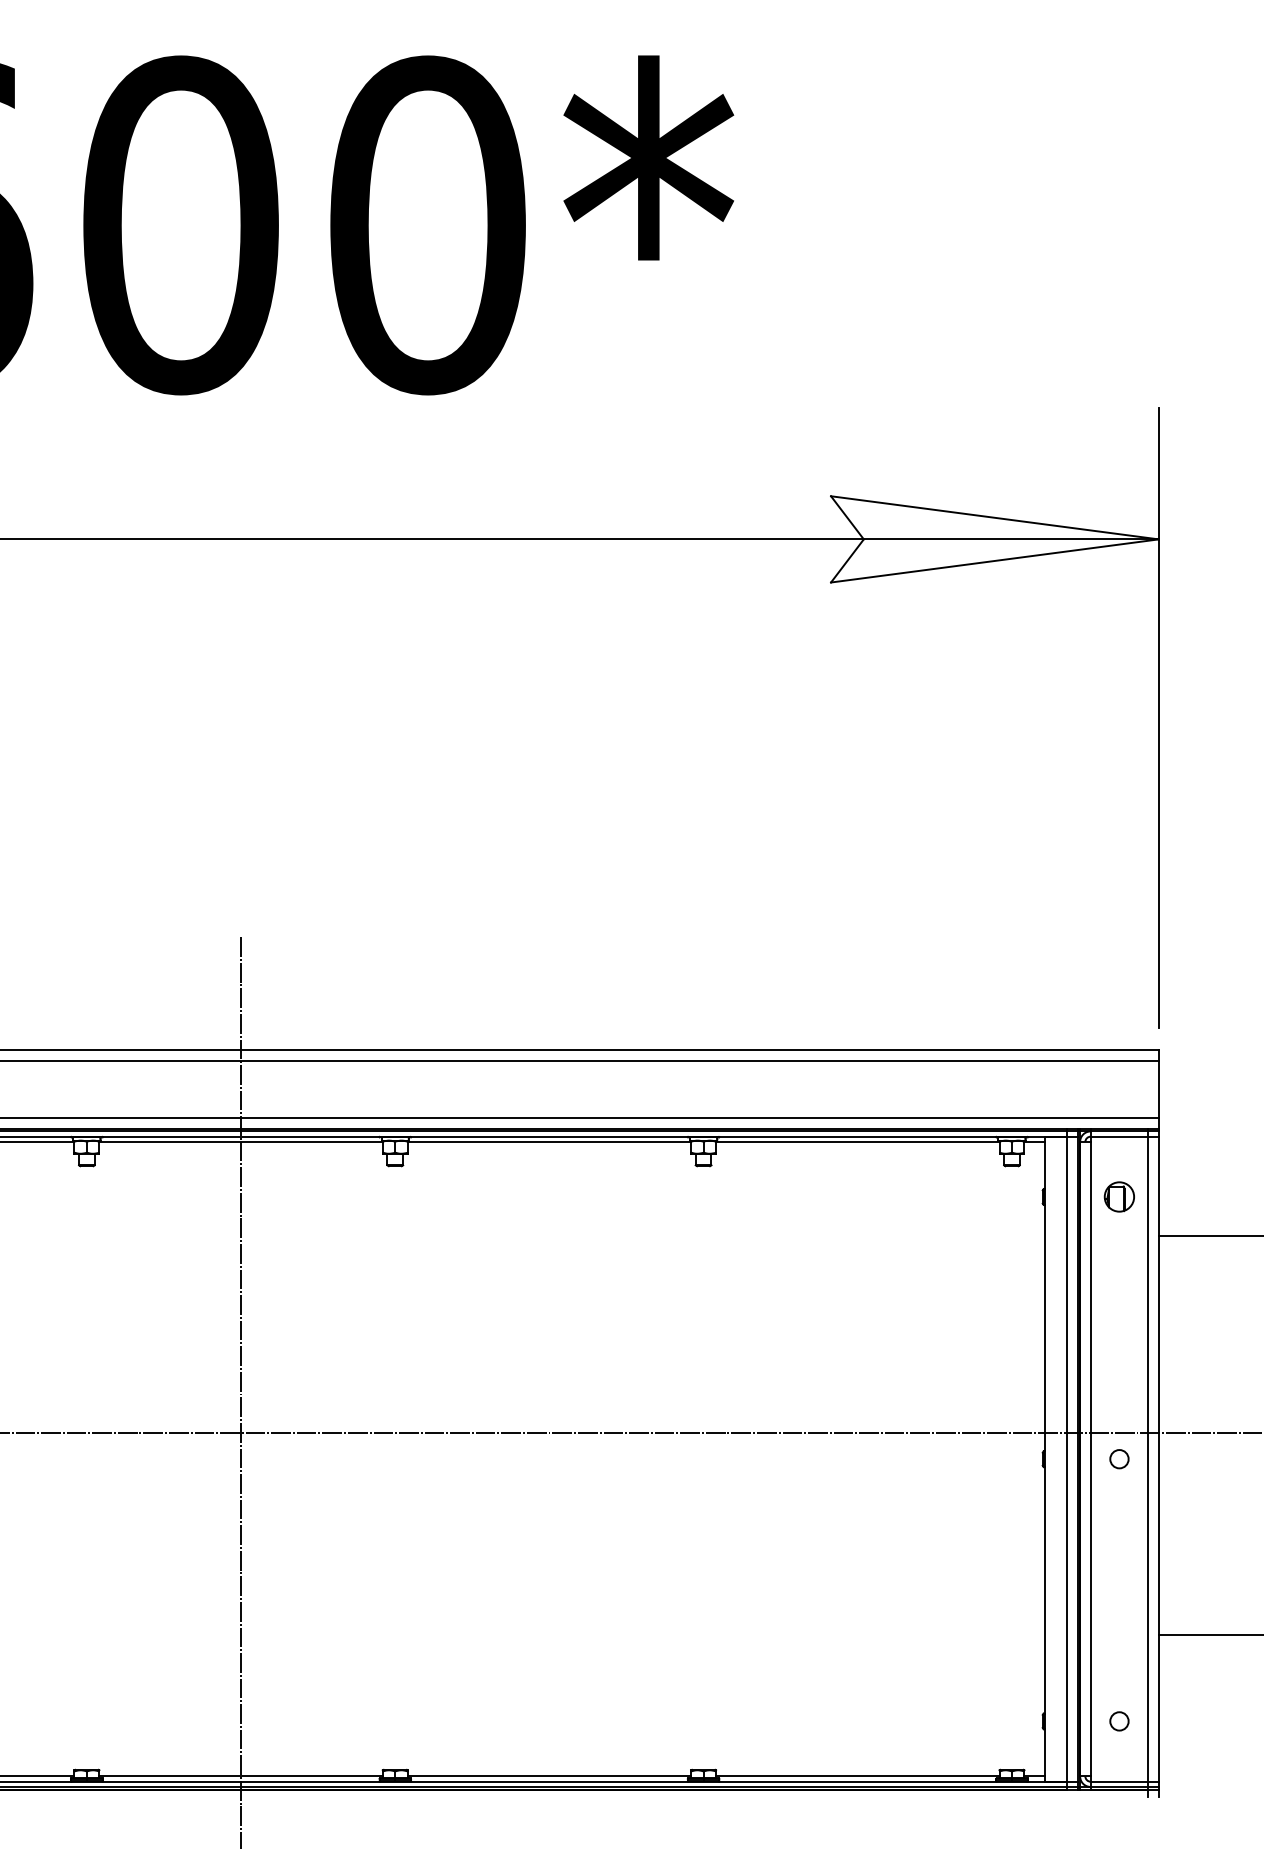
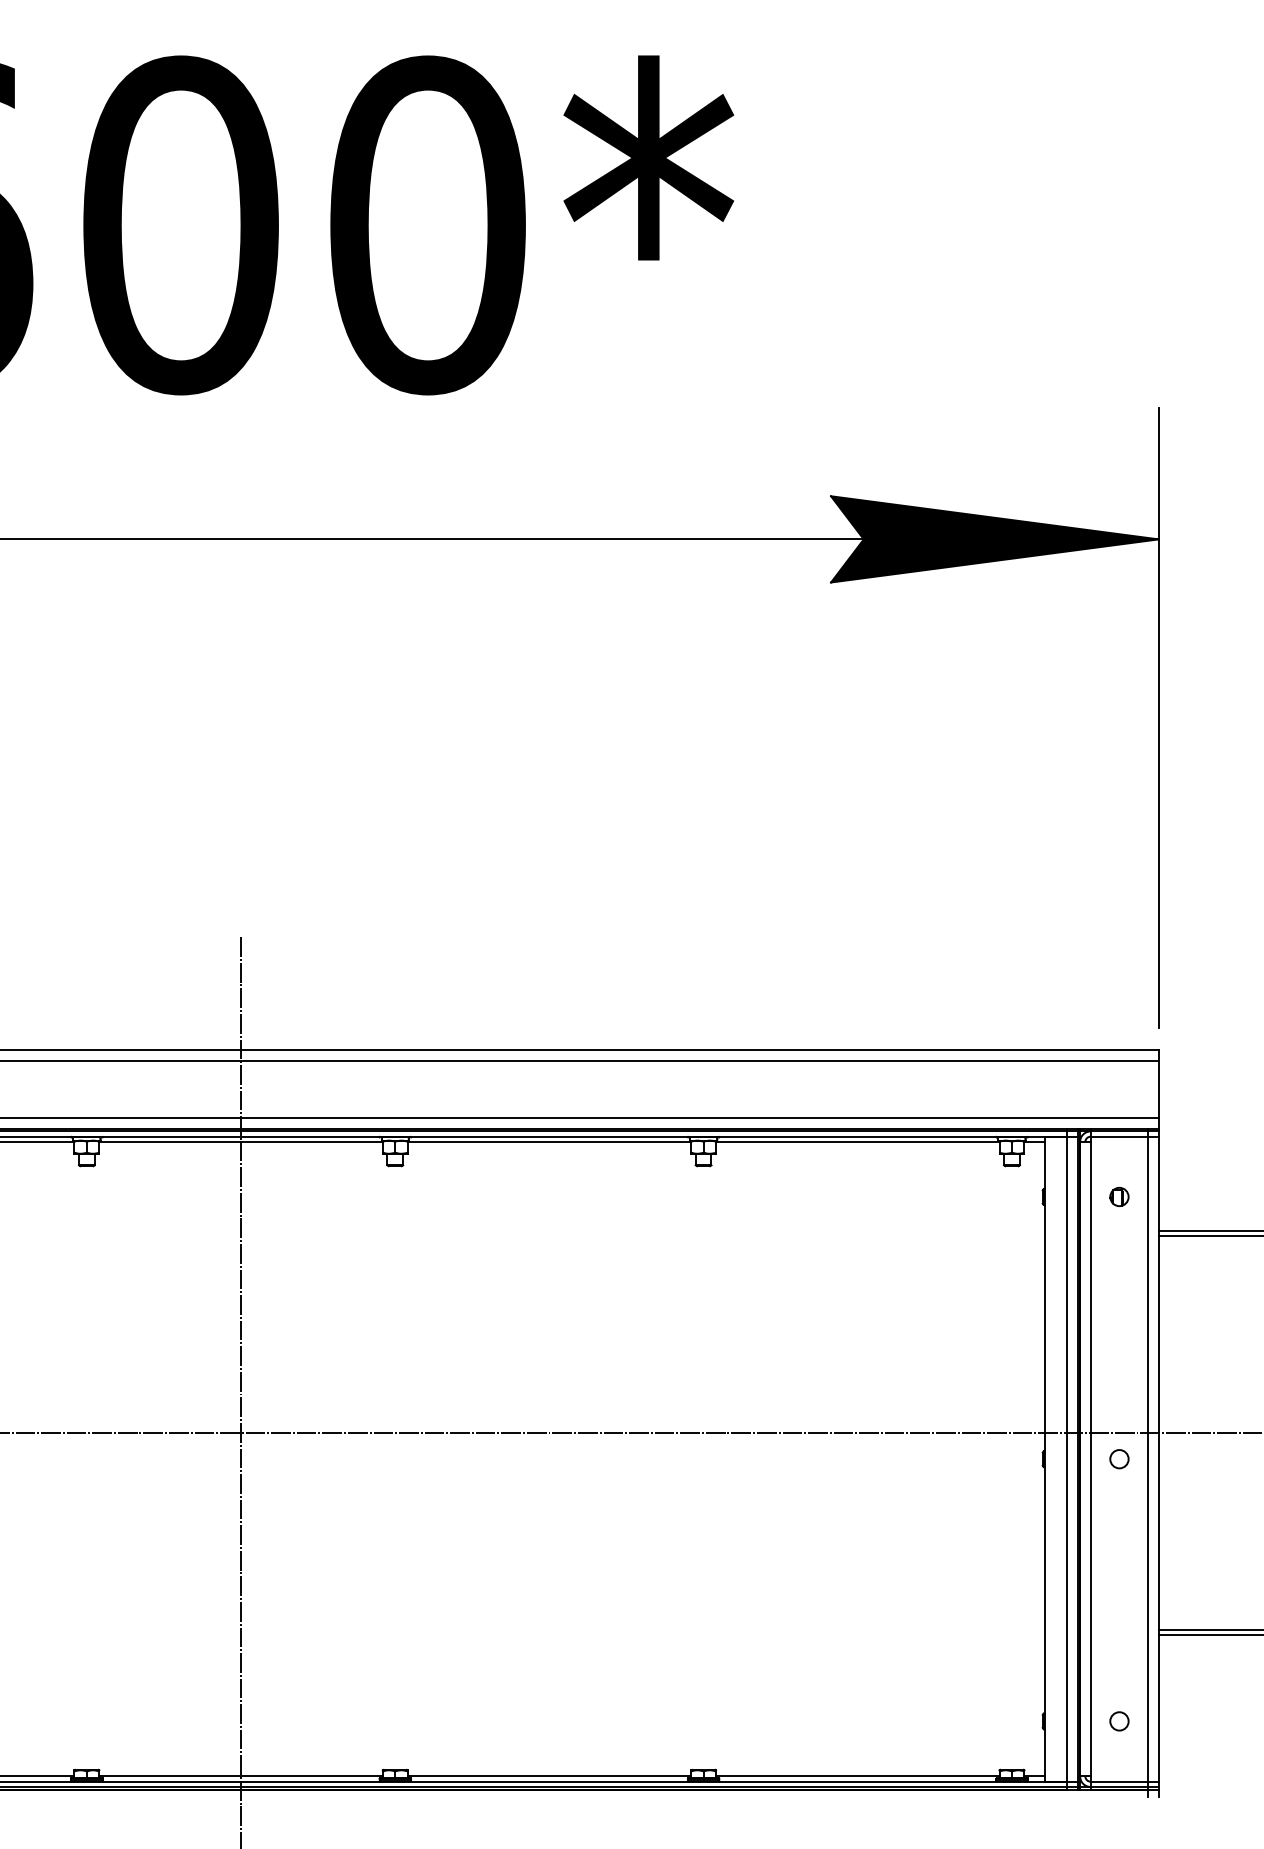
fill at (994, 539): none -> present
part at (1118, 1196) size: 32x32 px -> 21x22 px
line at (1209, 1231): none -> present
line at (1209, 1629): none -> present
